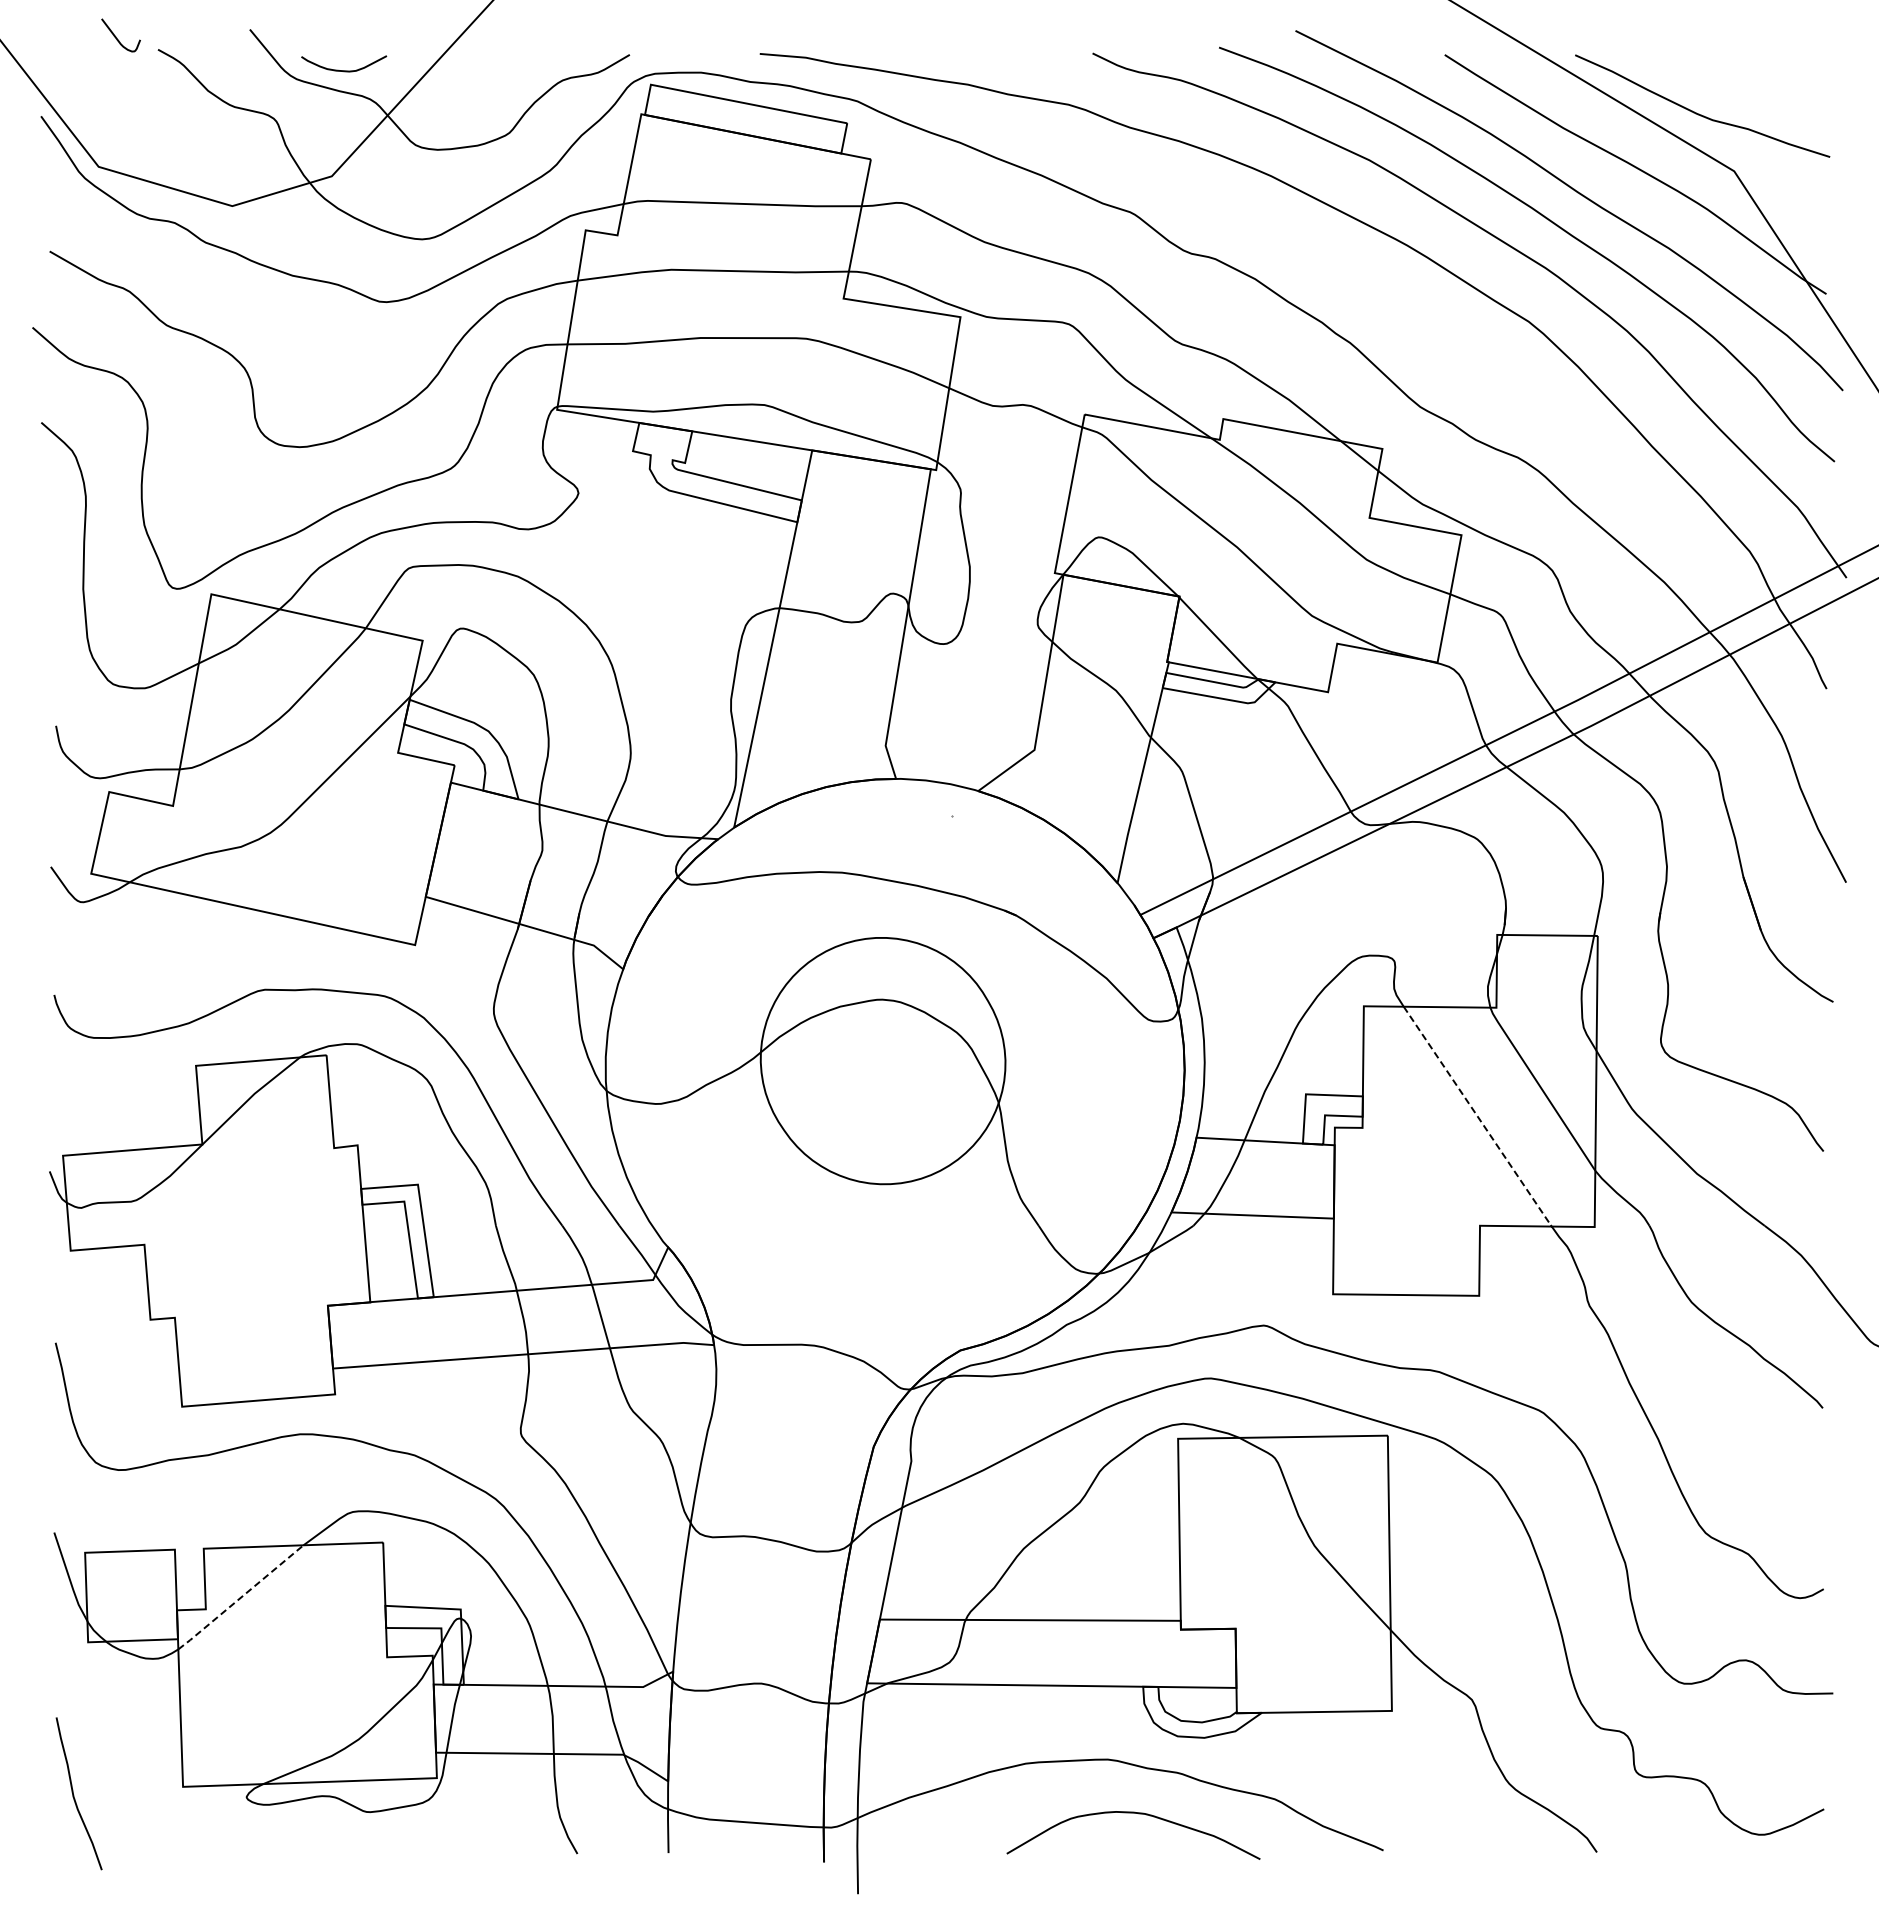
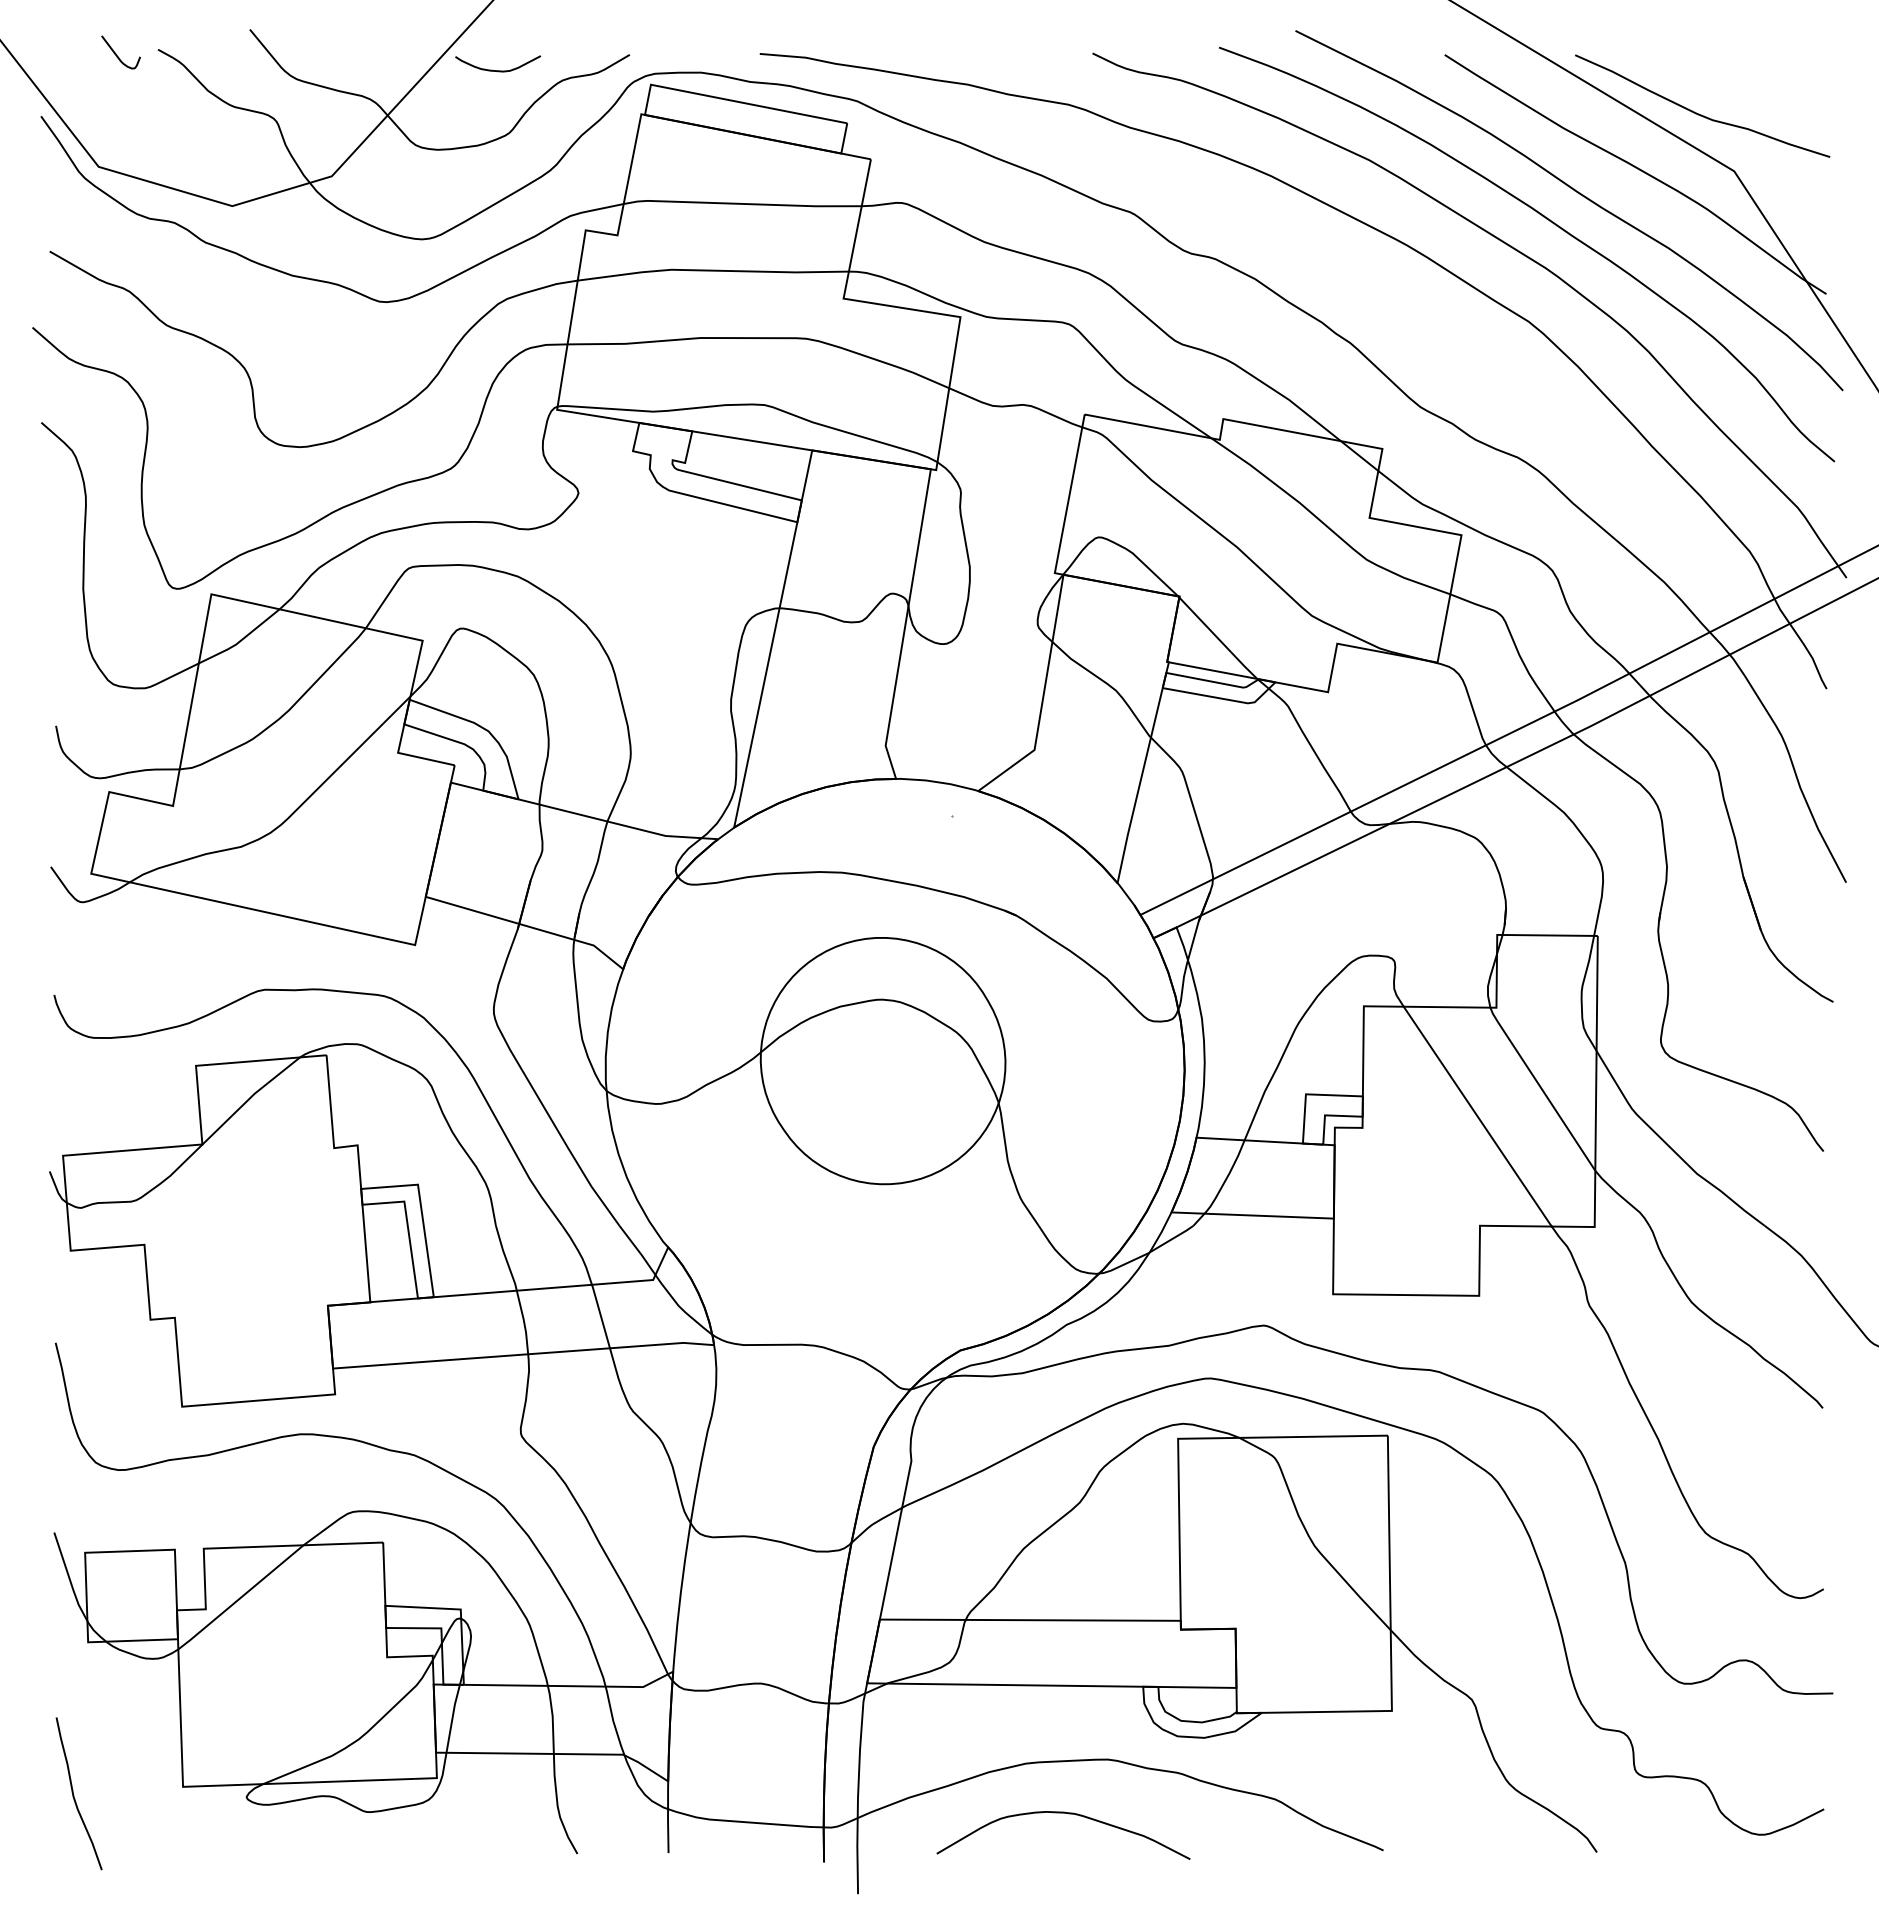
curve at (116, 36) position: (116, 36) -> (116, 53)
curve at (344, 70) position: (344, 70) -> (498, 70)
line at (1477, 1116): dashed -> solid
line at (240, 1597): dashed -> solid
curve at (1138, 1814) position: (1138, 1814) -> (1068, 1814)
